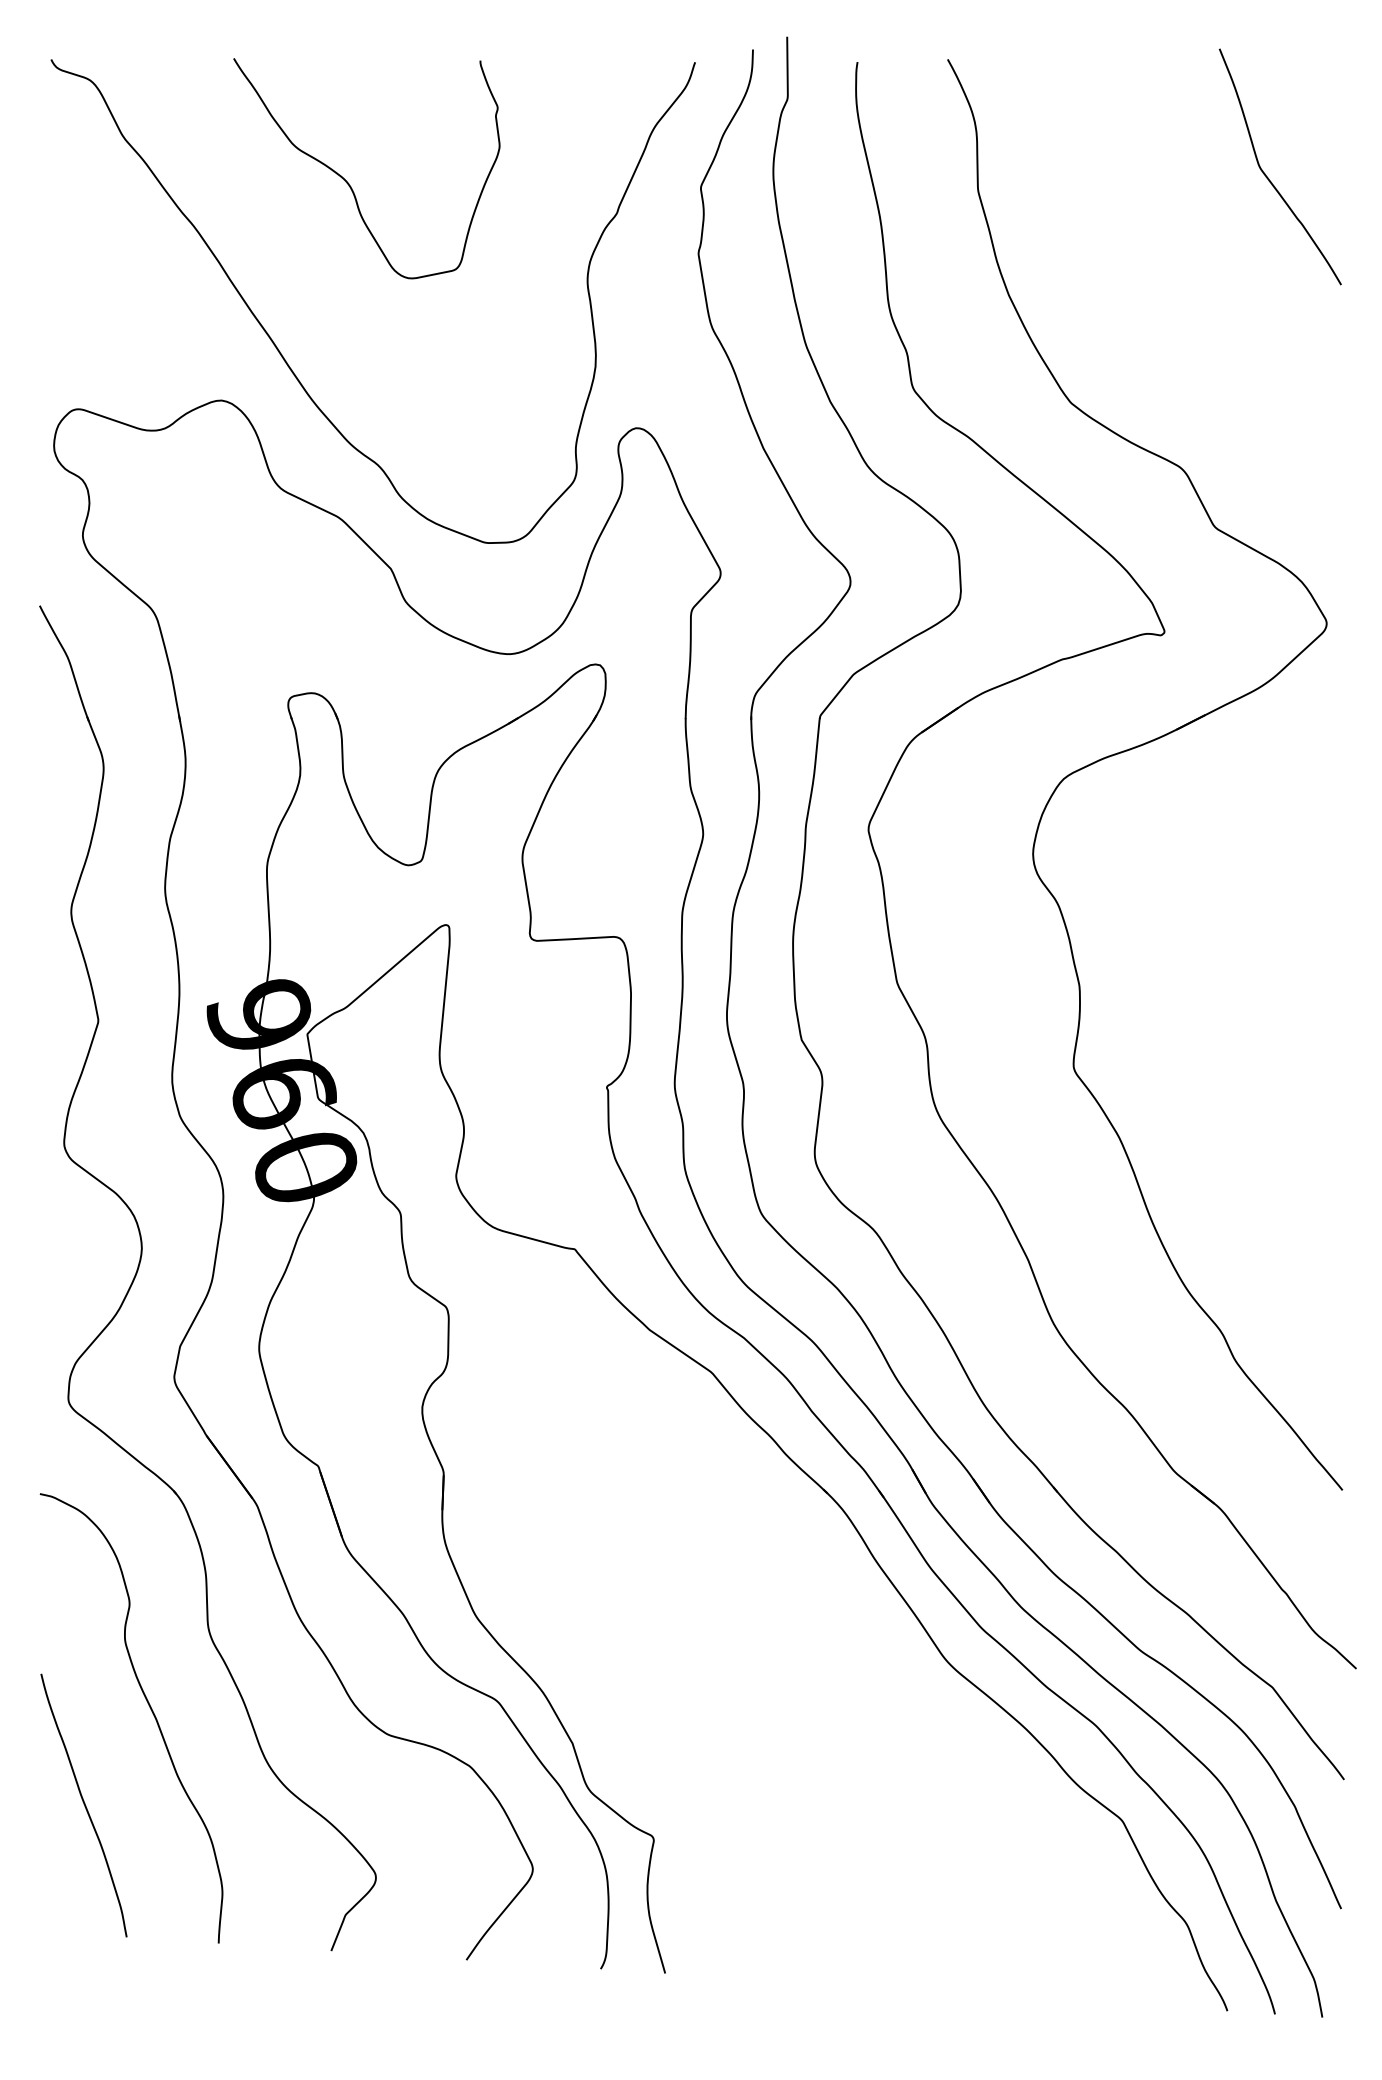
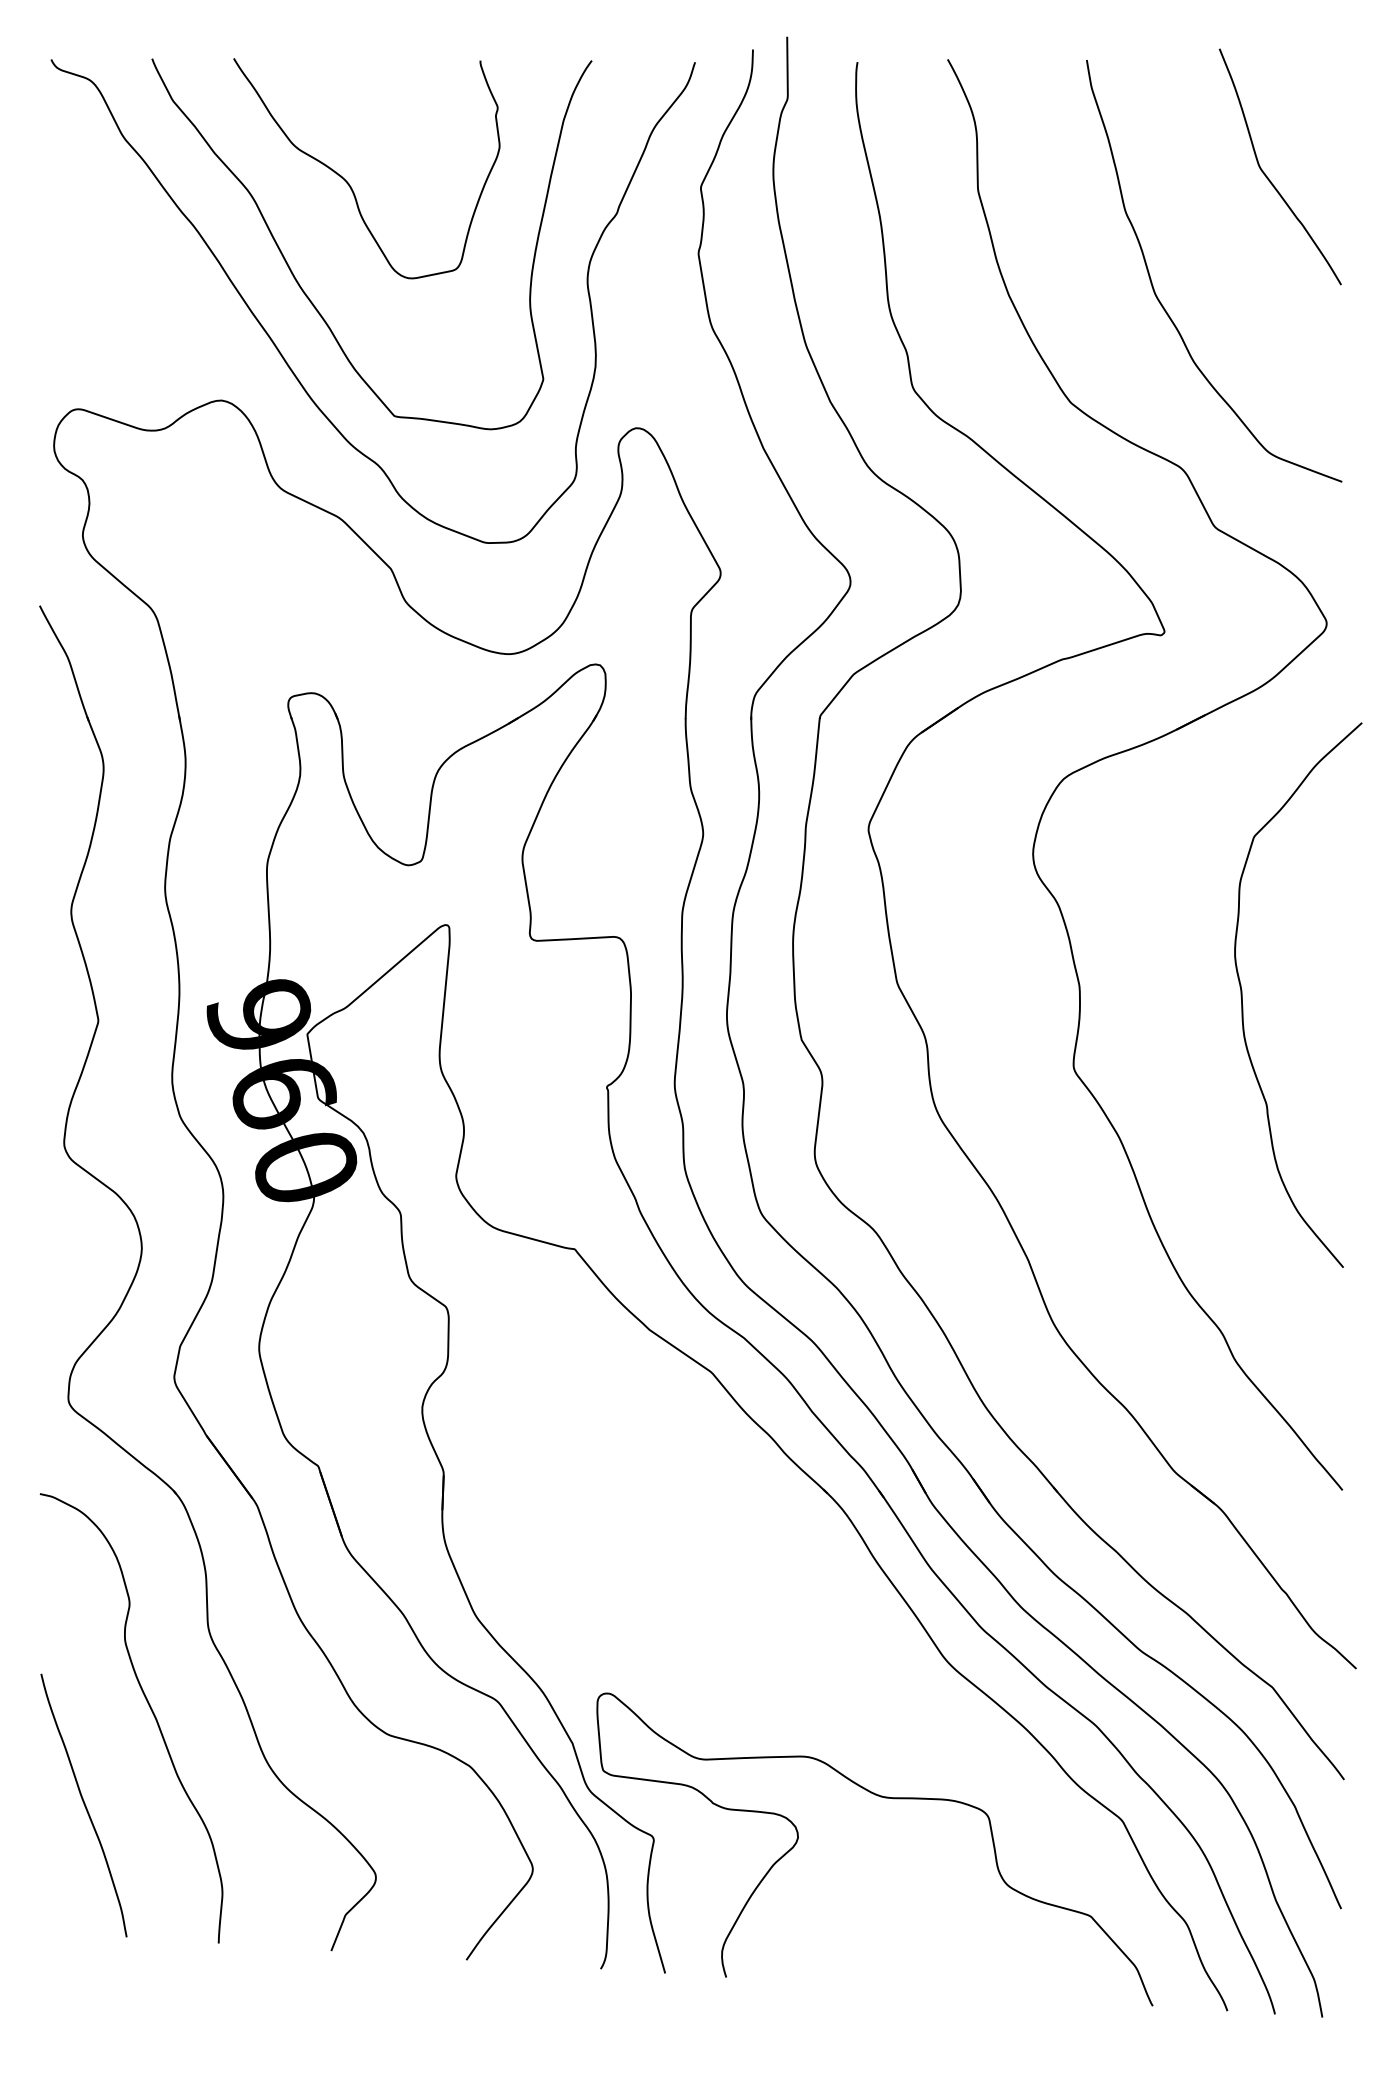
curve at (303, 289): none -> present
curve at (1161, 302): none -> present
curve at (1242, 994): none -> present
curve at (884, 1798): none -> present
